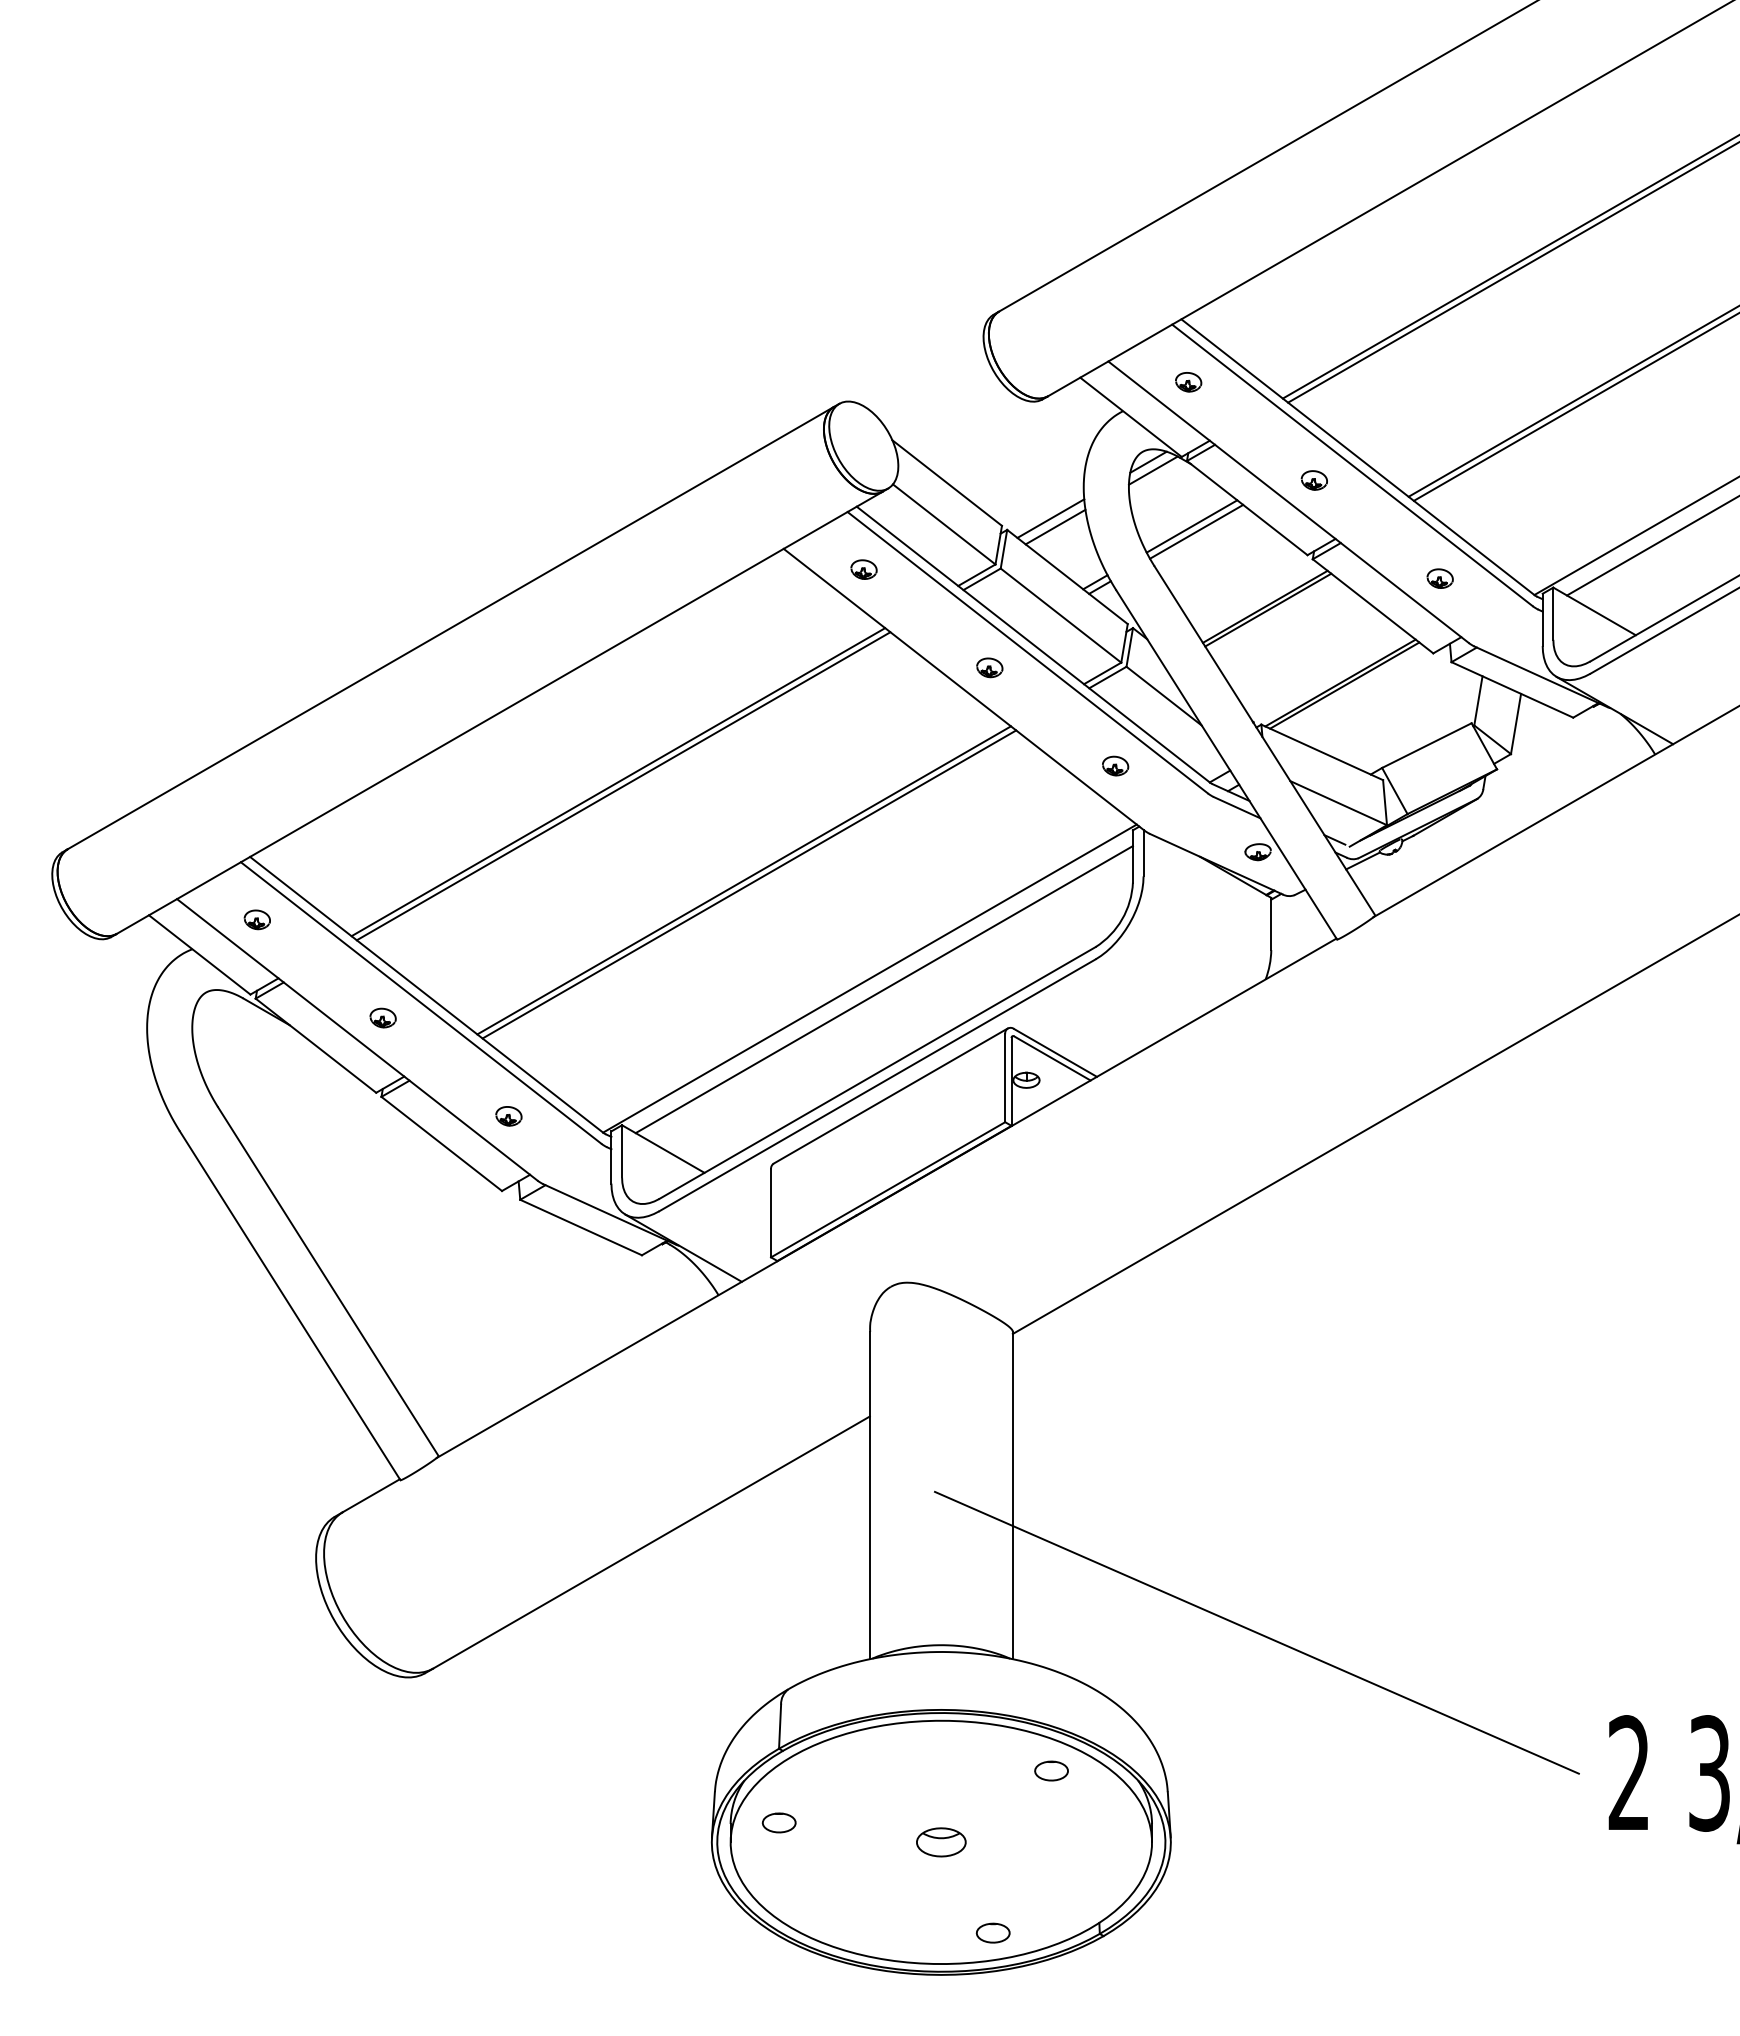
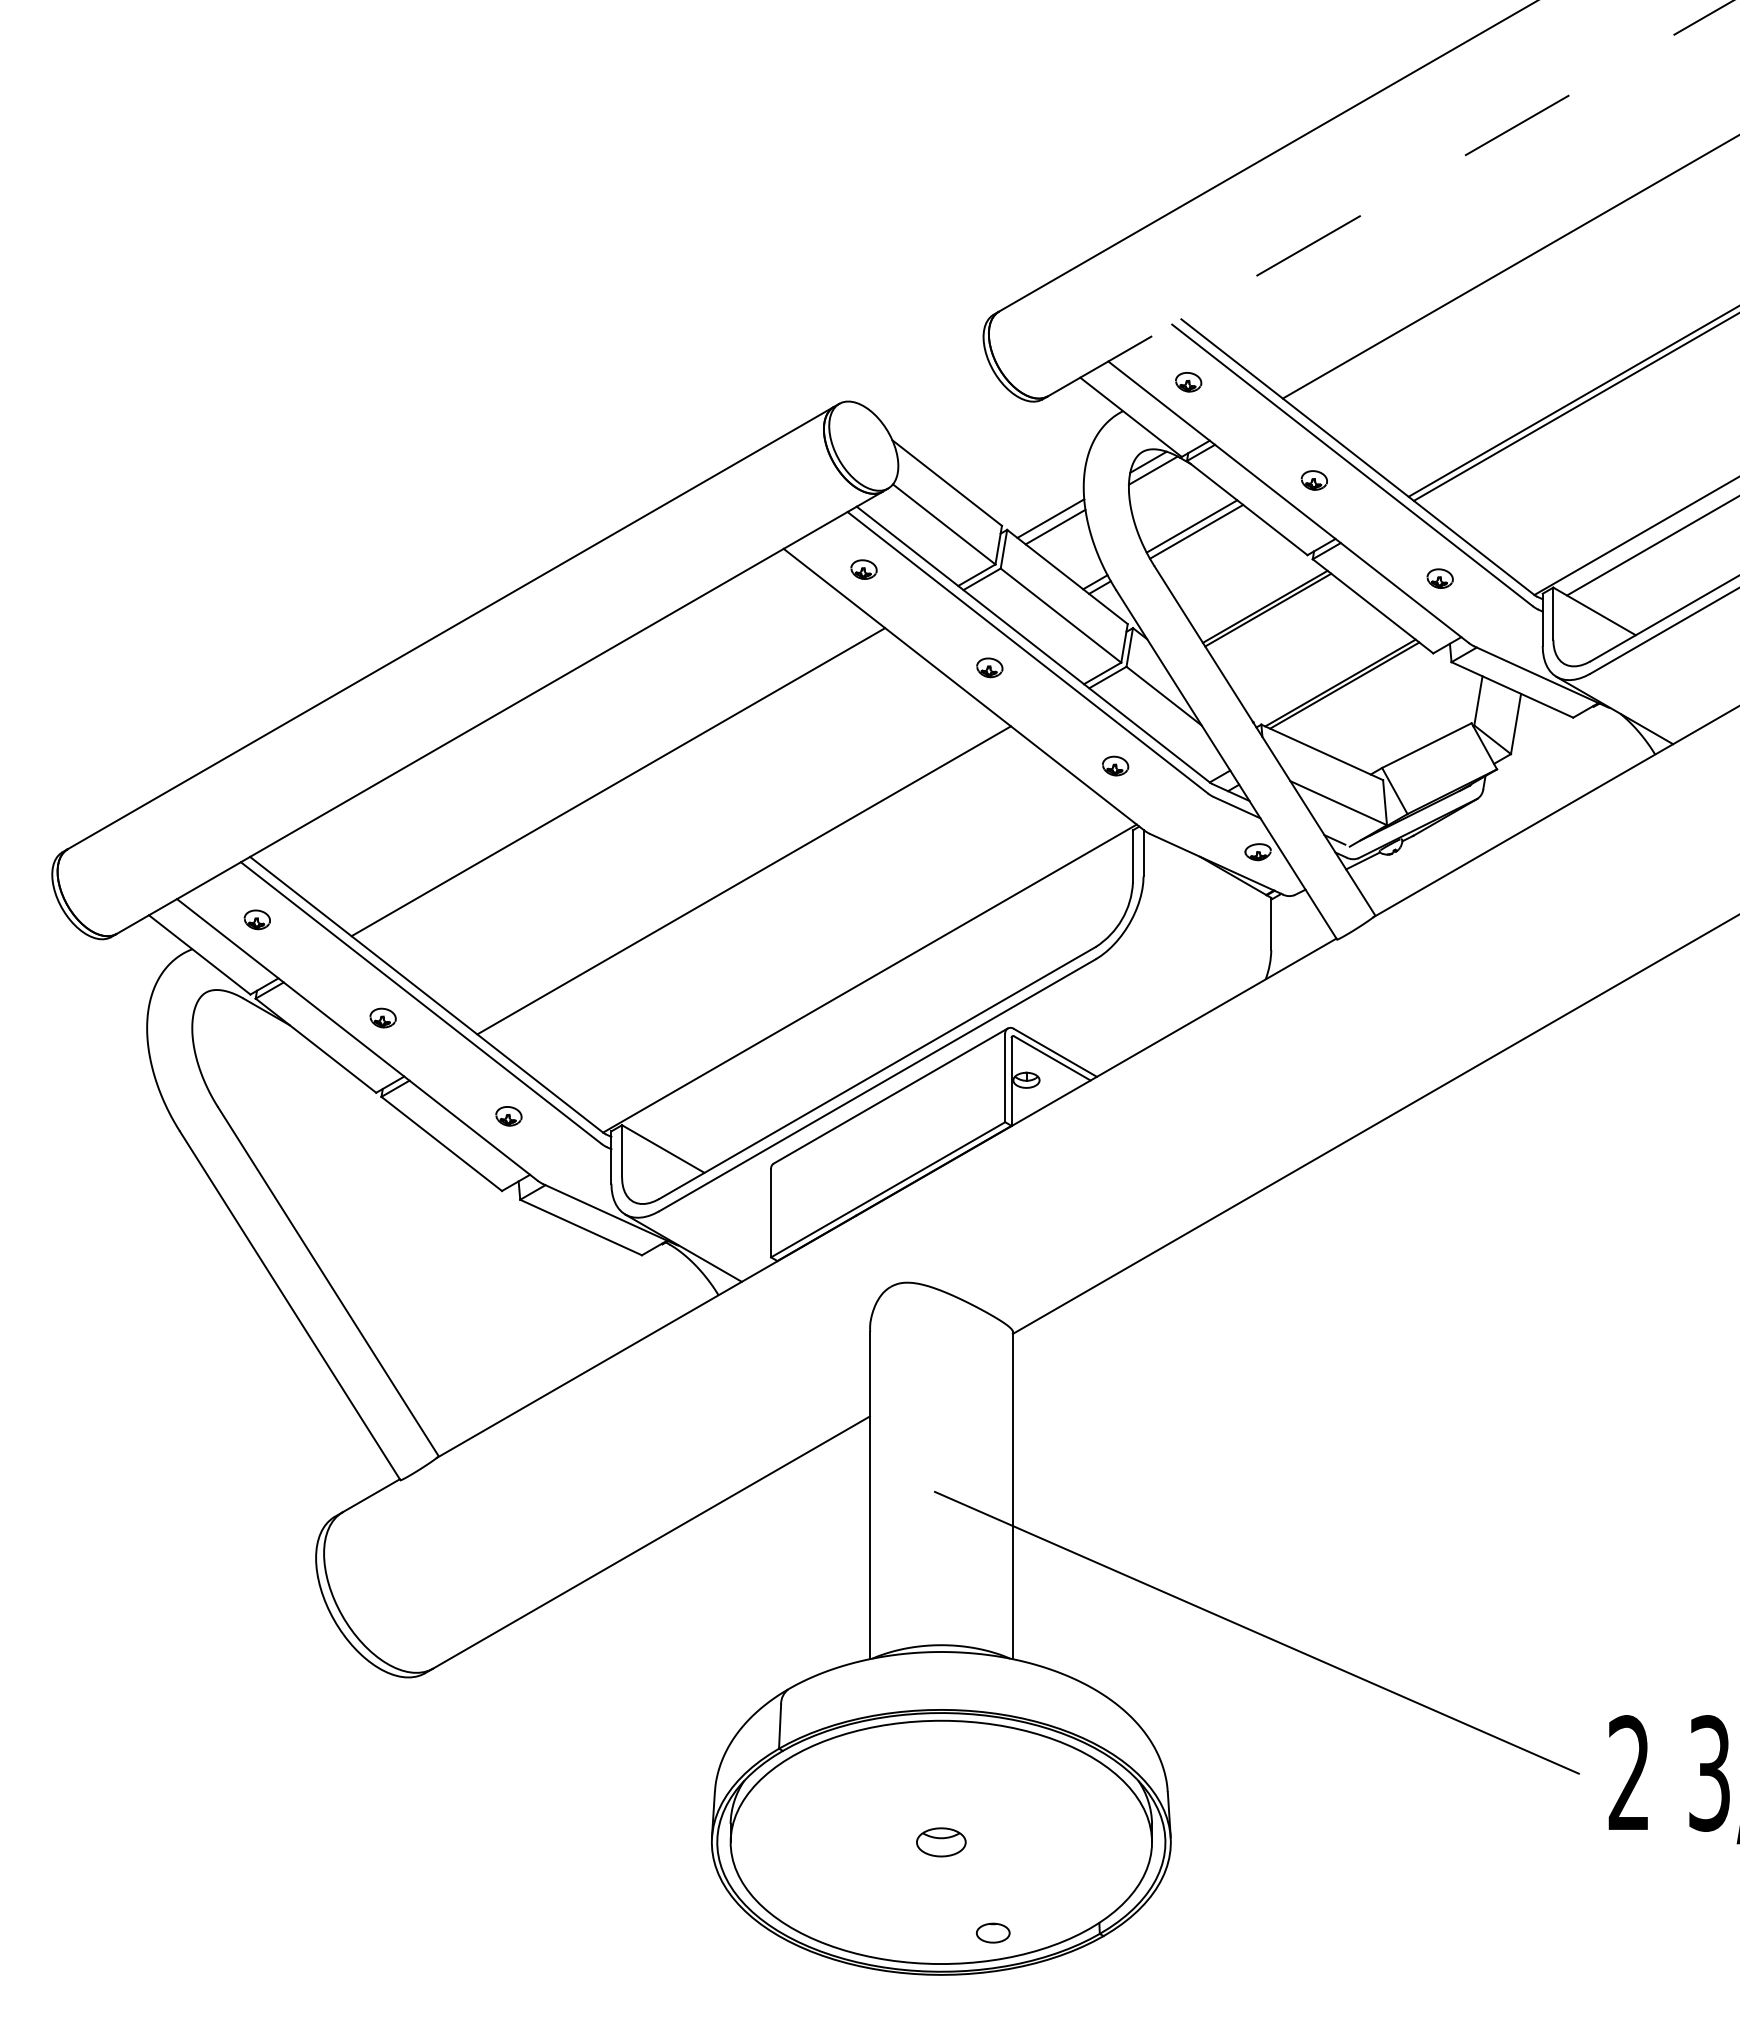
line at (1390, 198): solid -> dashed
line at (1512, 272): present -> none
line at (623, 786): present -> none
line at (749, 884): present -> none
line at (883, 989): present -> none
part at (1051, 1770): present -> none
part at (778, 1822): present -> none
